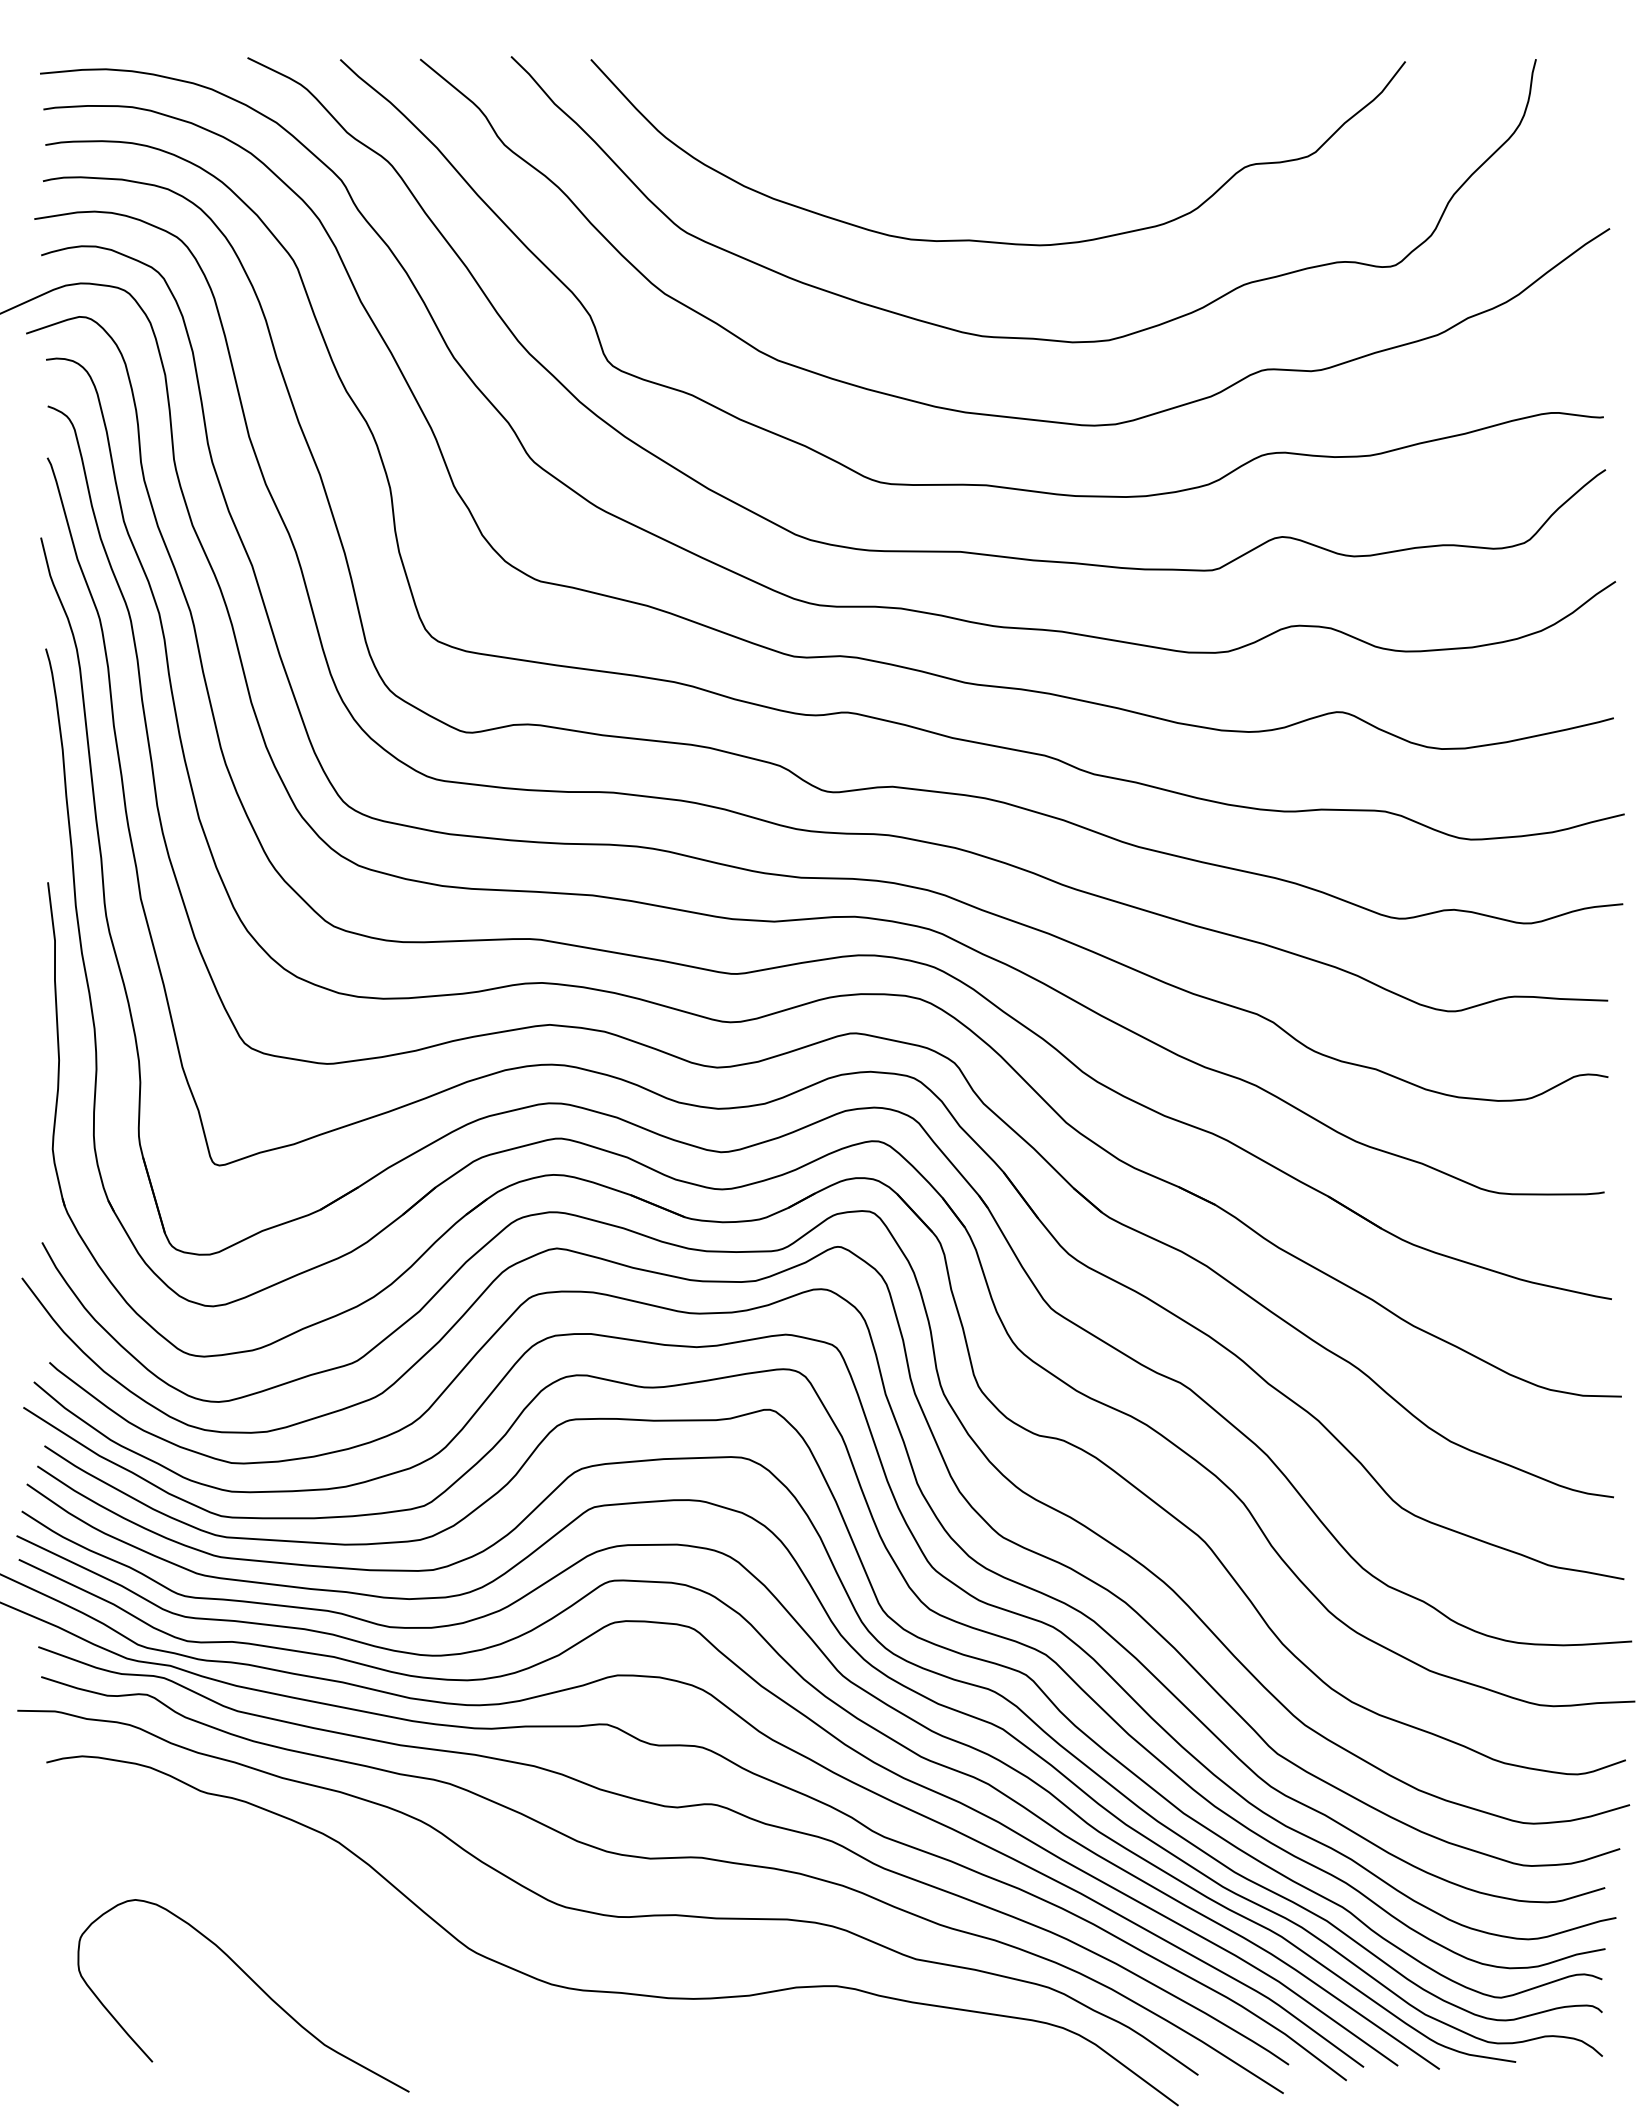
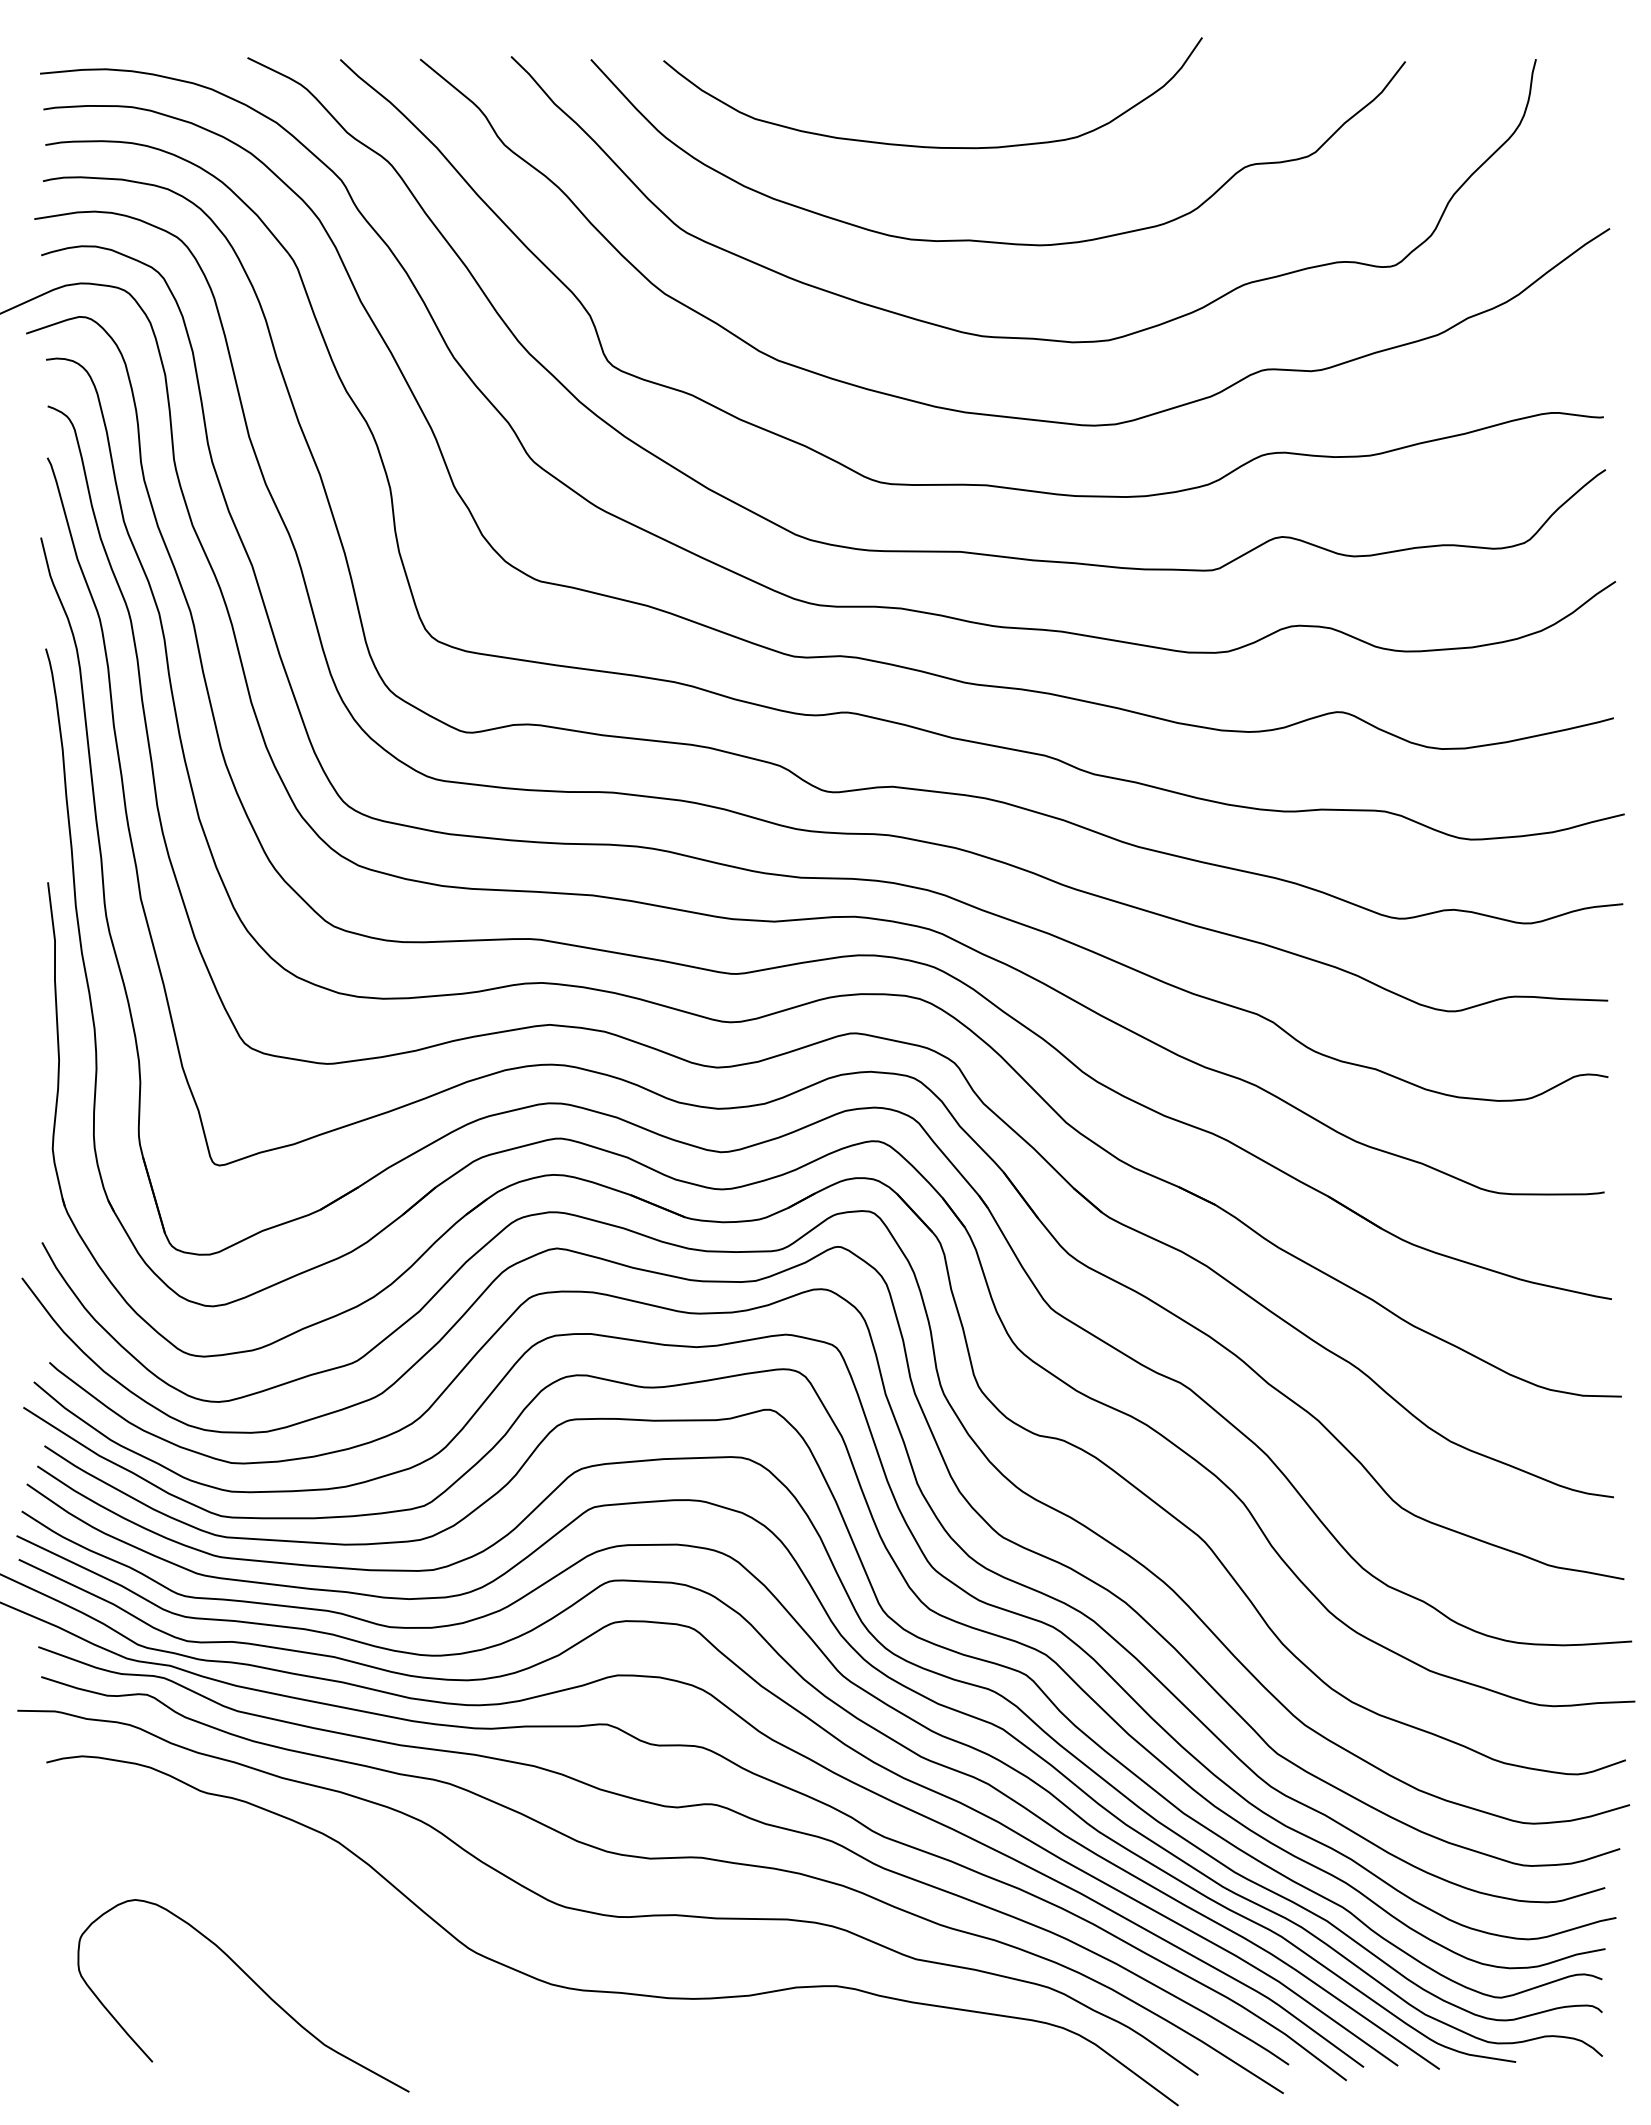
curve at (932, 146): none -> present
